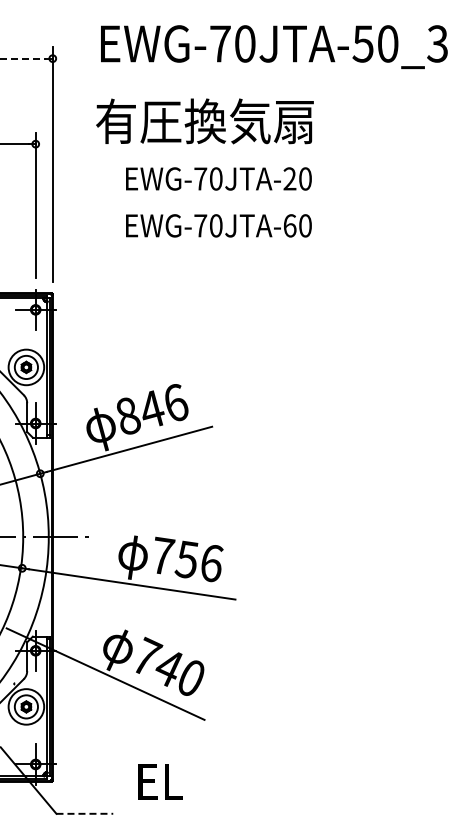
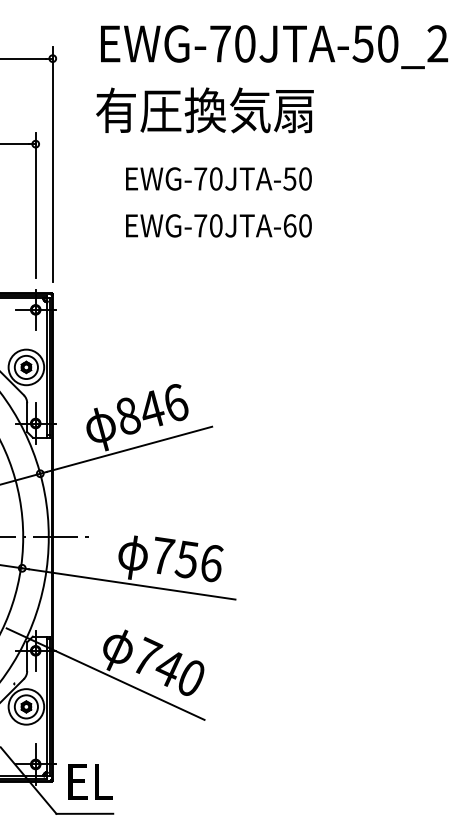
text at (437, 44): EWG-70JTA-50_3 -> EWG-70JTA-50_2
line at (23, 58): dashed -> solid
text at (204, 121) position: (204, 121) -> (204, 110)
text at (289, 178): EWG-70JTA-20 -> EWG-70JTA-50
text at (160, 781) position: (160, 781) -> (90, 781)
line at (85, 813): dashed -> solid
